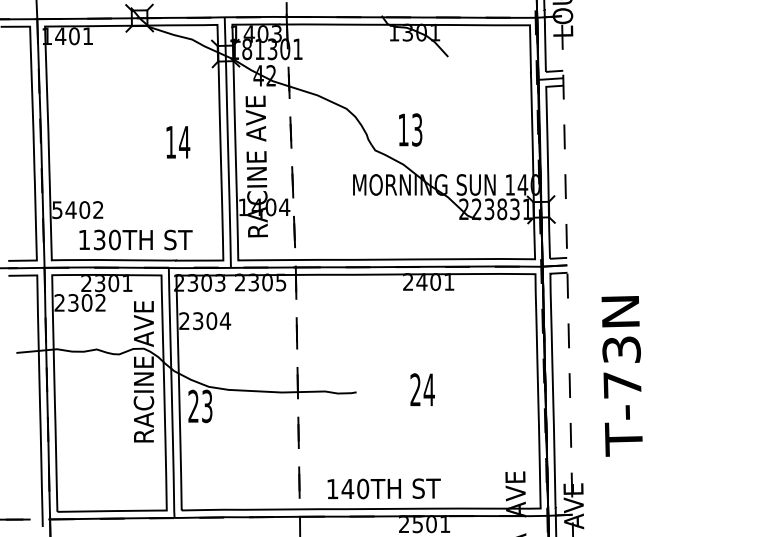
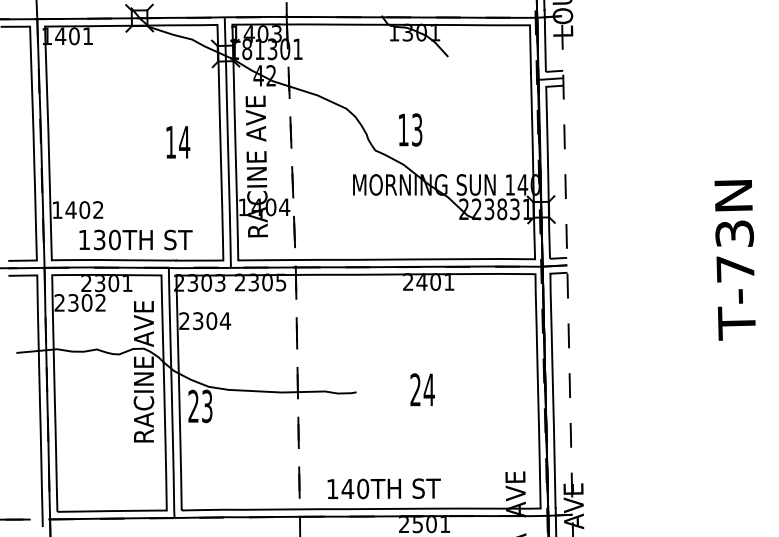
text at (57, 210): 5402 -> 1402
text at (621, 376) position: (621, 376) -> (734, 260)
